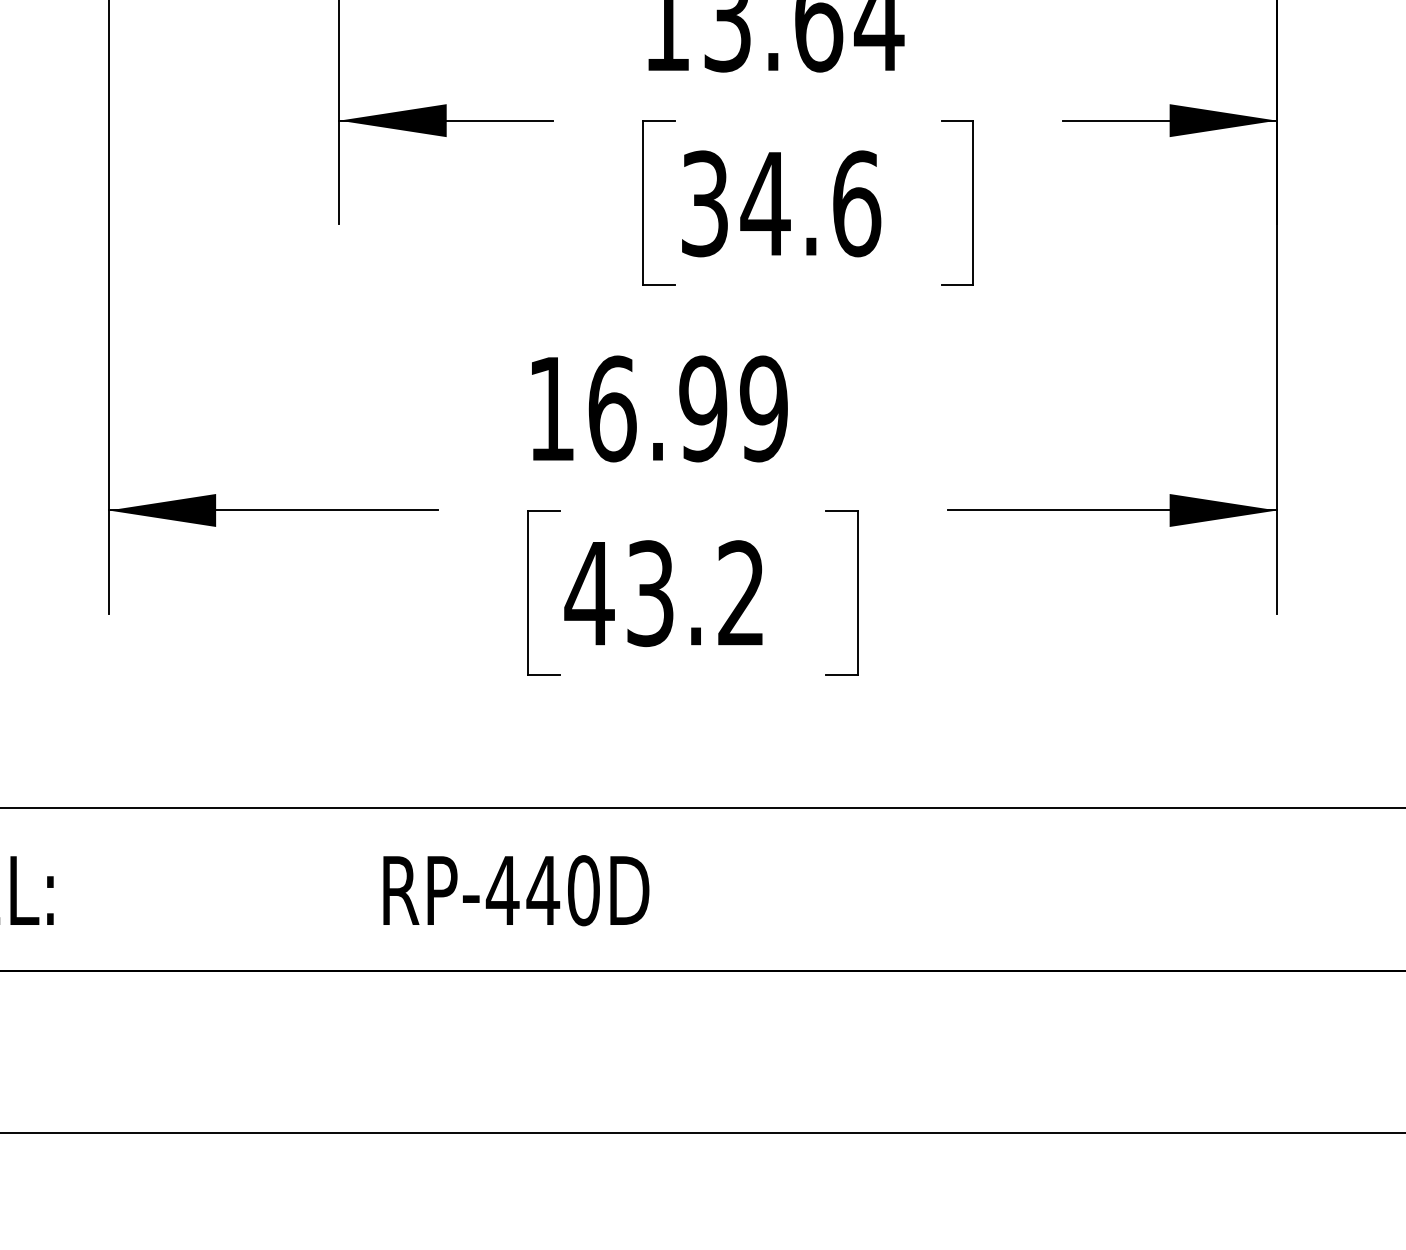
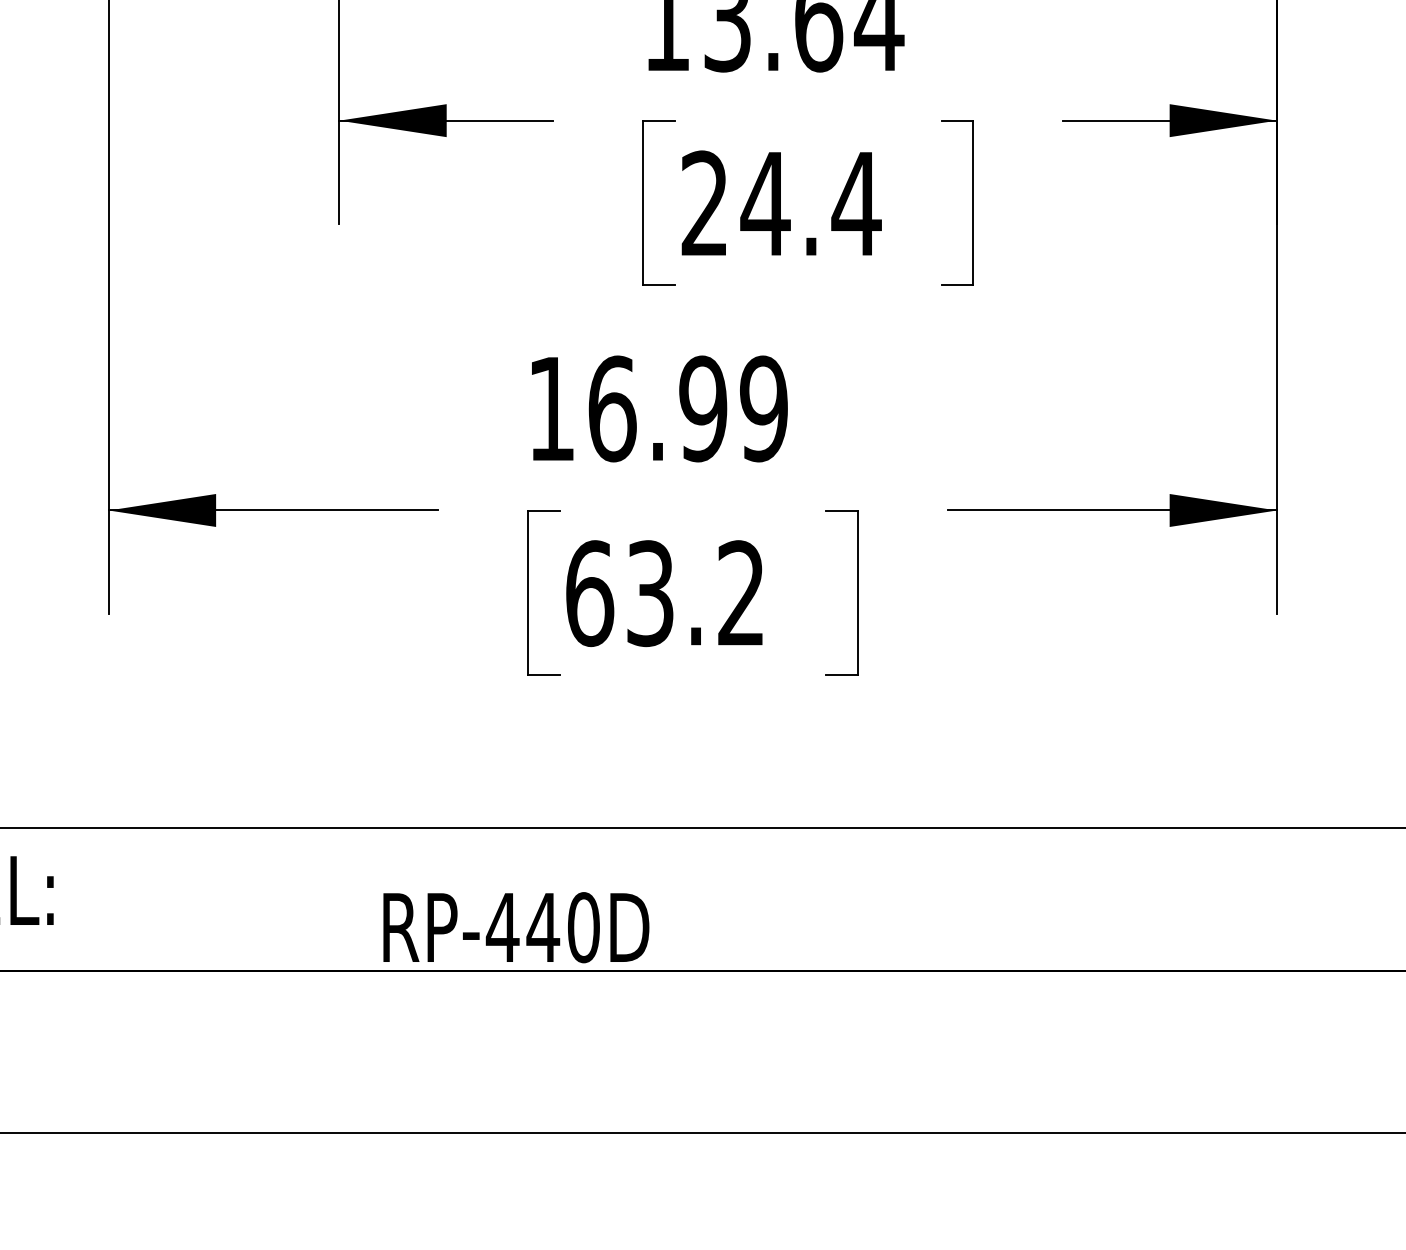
text at (781, 203): 34.6 -> 24.4
text at (589, 593): 43.2 -> 63.2
line at (702, 808) position: (702, 808) -> (702, 828)
text at (516, 890) position: (516, 890) -> (516, 927)
